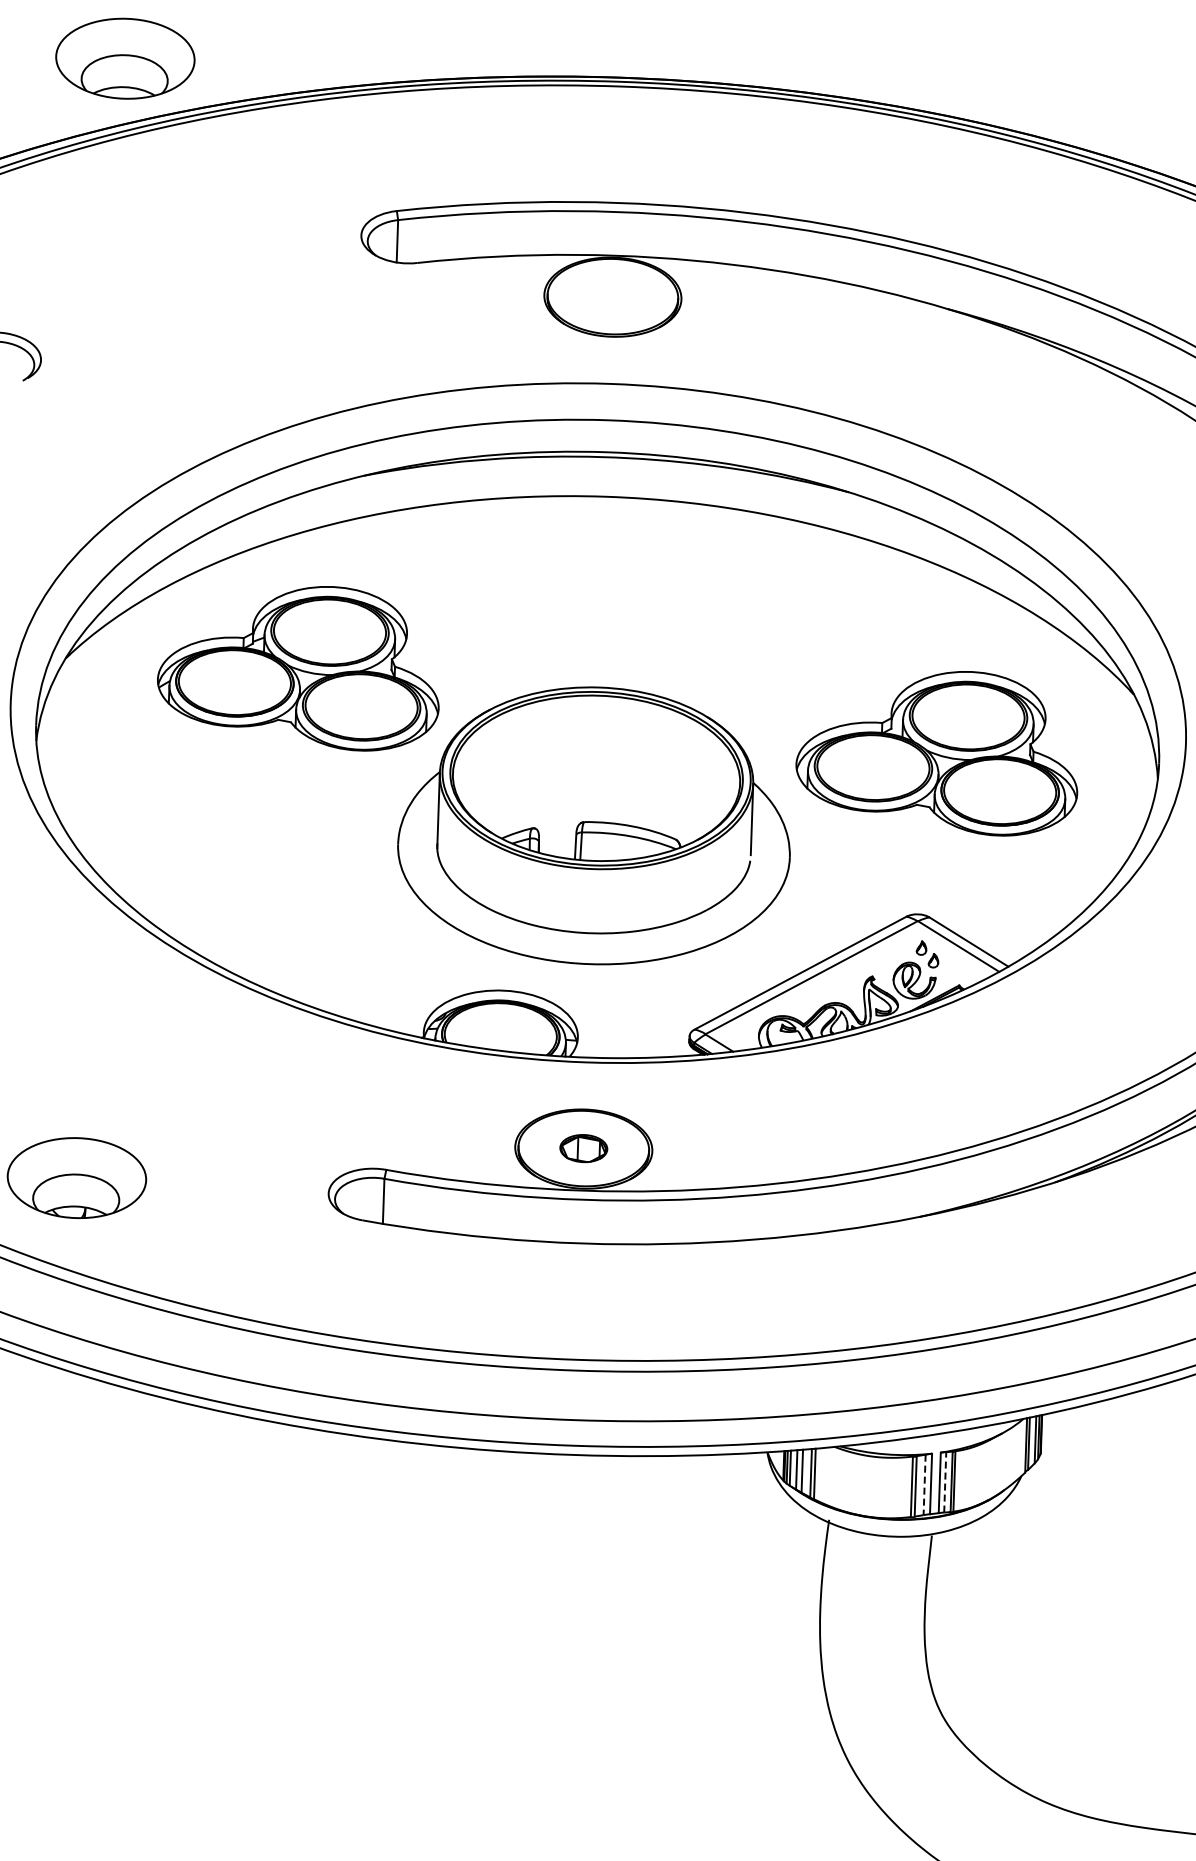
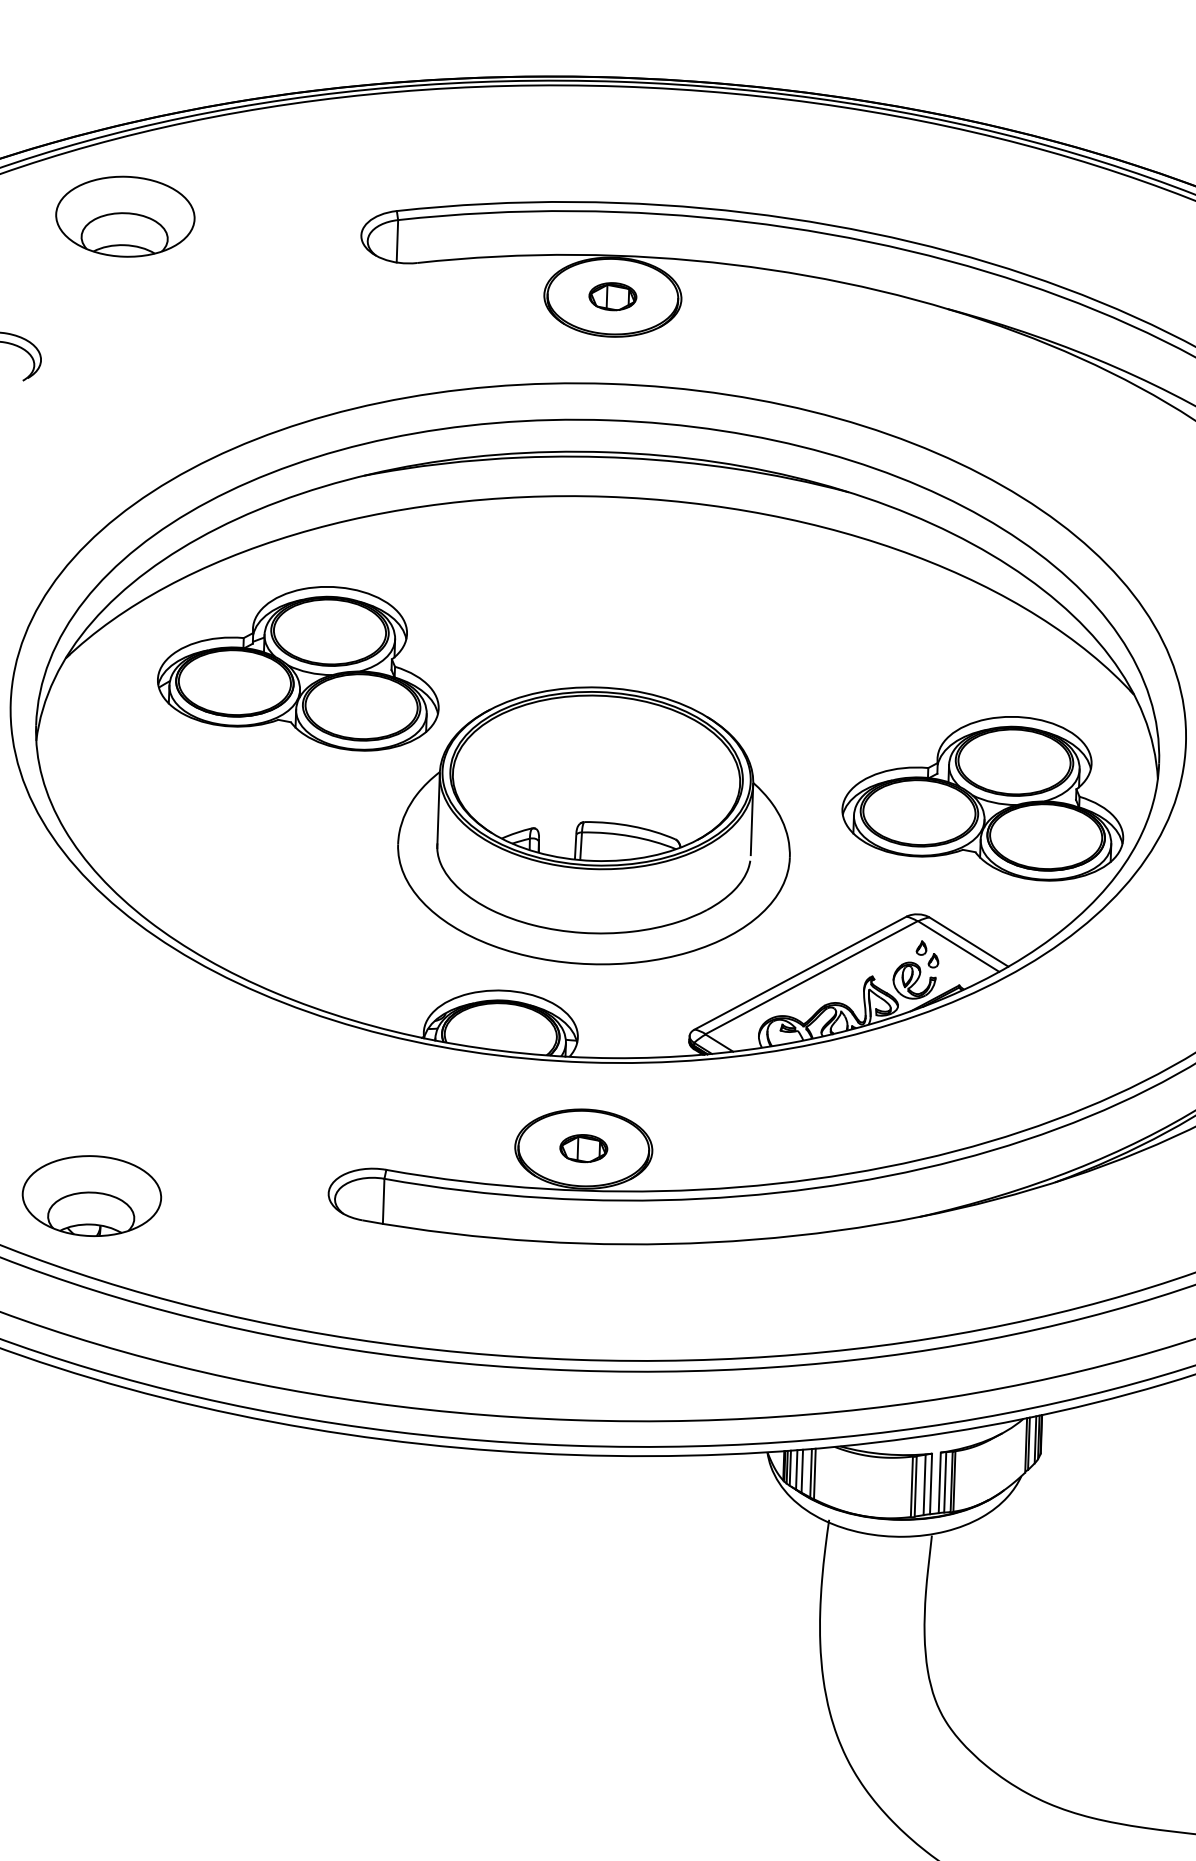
part at (125, 58) position: (125, 58) -> (125, 216)
part at (612, 296): none -> present
part at (936, 753) position: (936, 753) -> (982, 798)
part at (76, 1177) position: (76, 1177) -> (91, 1195)
line at (945, 1481): dashed -> solid
line at (924, 1485): dashed -> solid
